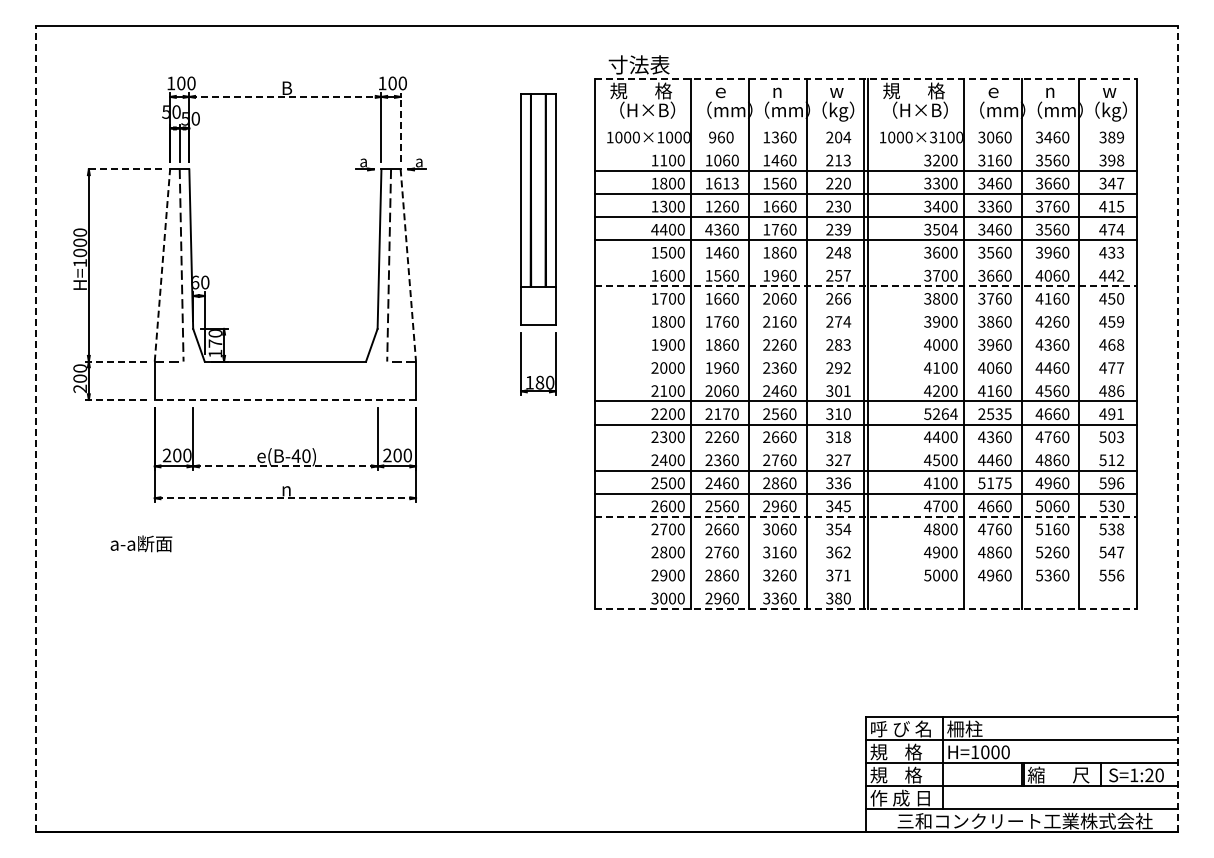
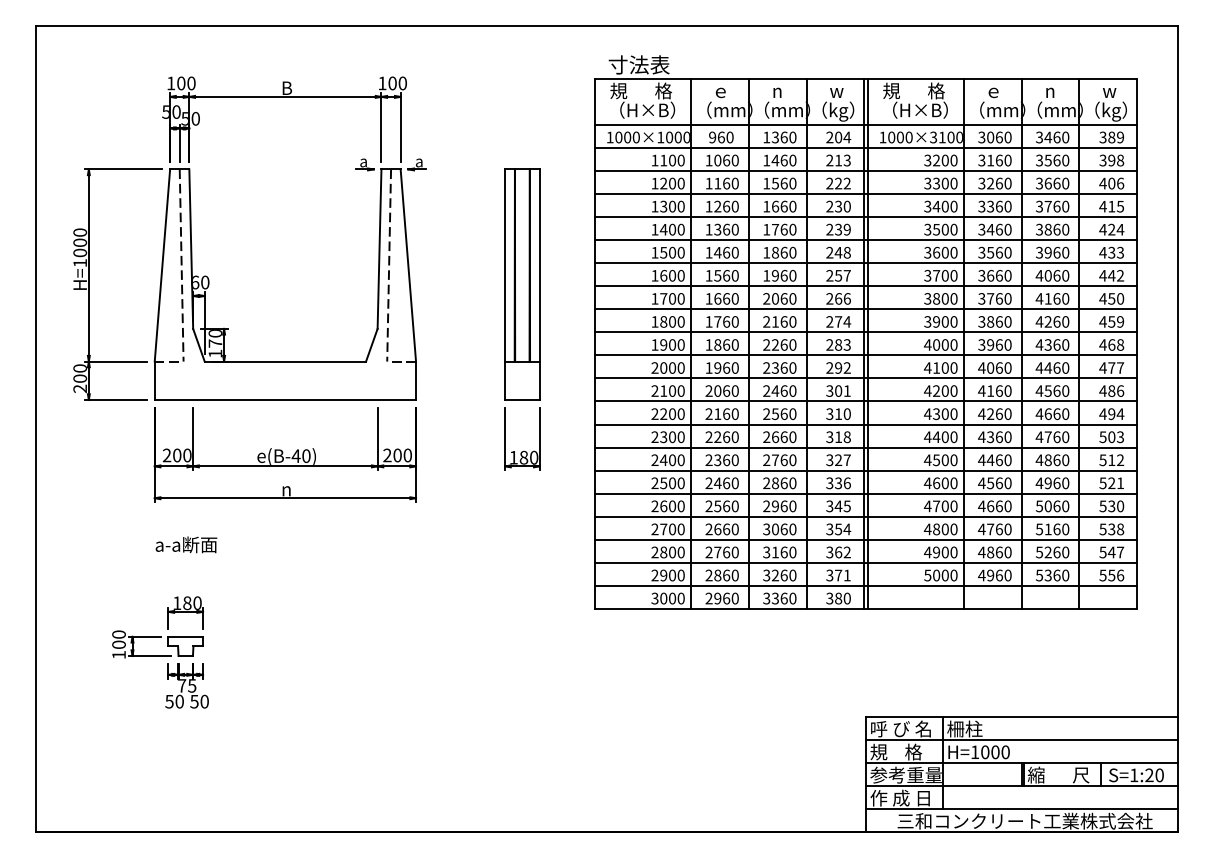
line at (866, 78): dashed -> solid
line at (285, 96): dashed -> solid
line at (866, 124): none -> present
line at (400, 126): dashed -> solid
line at (866, 147): none -> present
line at (123, 169): dashed -> solid
text at (663, 183): 1800 -> 1200
text at (726, 183): 1613 -> 1160
text at (846, 183): 220 -> 222
text at (990, 183): 3460 -> 3260
text at (1111, 183): 347 -> 406
text at (654, 229): 4400 -> 1400
text at (708, 229): 4360 -> 1360
text at (953, 229): 3504 -> 3500
text at (1047, 229): 3560 -> 3860
text at (1111, 229): 474 -> 424
part at (538, 244) position: (538, 244) -> (522, 319)
line at (866, 263): none -> present
line at (162, 265): dashed -> solid
line at (408, 266): dashed -> solid
line at (866, 286): dashed -> solid
line at (866, 309): none -> present
line at (866, 332): none -> present
line at (866, 355): none -> present
line at (115, 361): dashed -> solid
line at (866, 378): none -> present
line at (115, 399): dashed -> solid
line at (285, 399): dashed -> solid
text at (726, 413): 2170 -> 2160
text at (1120, 413): 491 -> 494
text at (940, 414): 5264 -> 4300
text at (994, 414): 2535 -> 4260
line at (36, 428): dashed -> solid
line at (1177, 428): dashed -> solid
line at (866, 447): none -> present
line at (284, 466): dashed -> solid
text at (936, 483): 4100 -> 4600
text at (994, 483): 5175 -> 4560
text at (1116, 483): 596 -> 521
line at (285, 498): dashed -> solid
line at (866, 516): dashed -> solid
line at (866, 539): none -> present
text at (141, 543) position: (141, 543) -> (186, 544)
line at (866, 562): none -> present
line at (866, 585): none -> present
line at (866, 608): dashed -> solid
part at (160, 652): none -> present
text at (905, 774): 規    格 -> 参考重量
